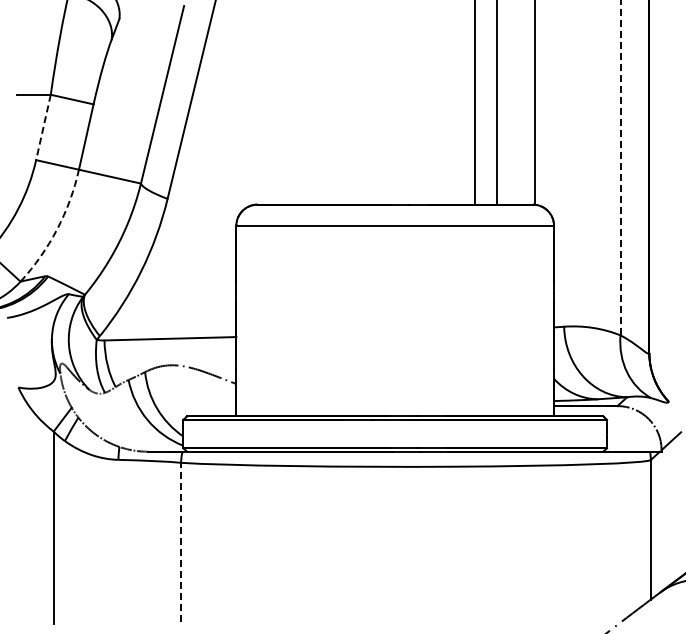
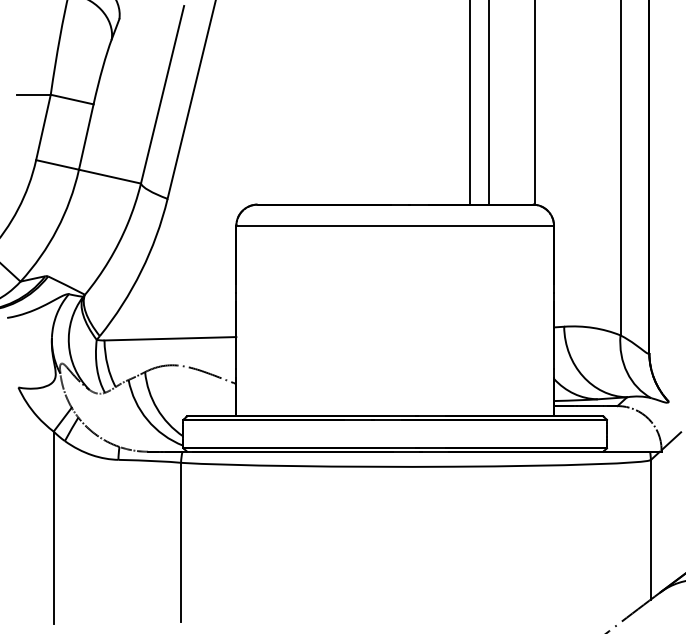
line at (474, 103) position: (474, 103) -> (469, 103)
line at (497, 103) position: (497, 103) -> (489, 103)
line at (43, 127): dashed -> solid
line at (620, 167): dashed -> solid
arc at (57, 229): dashed -> solid
line at (181, 541): dashed -> solid
